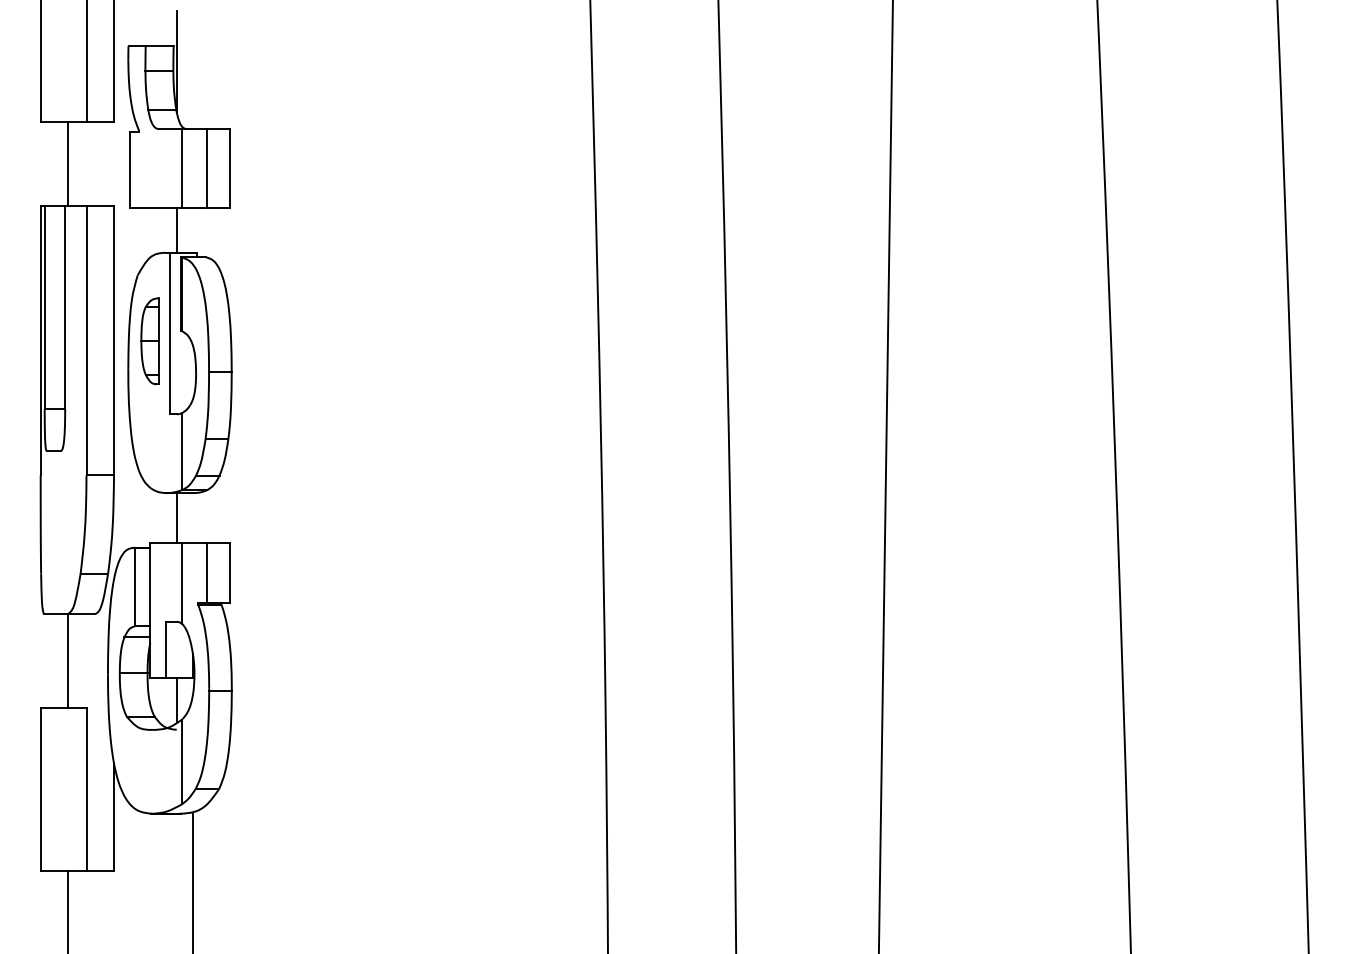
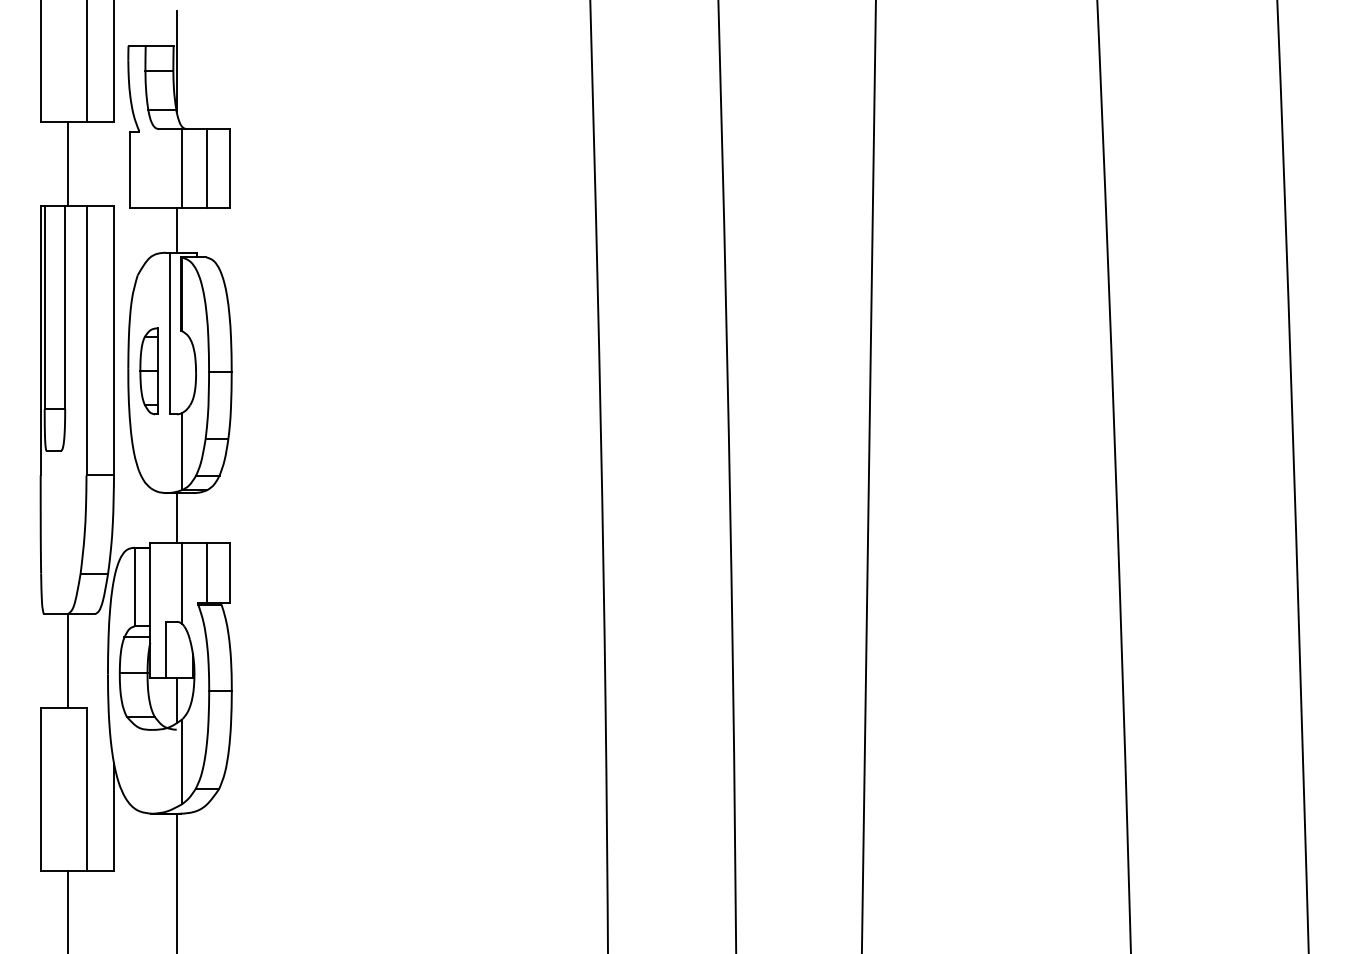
part at (149, 341) position: (149, 341) -> (148, 371)
line at (885, 476) position: (885, 476) -> (868, 476)
line at (192, 881) position: (192, 881) -> (176, 881)
